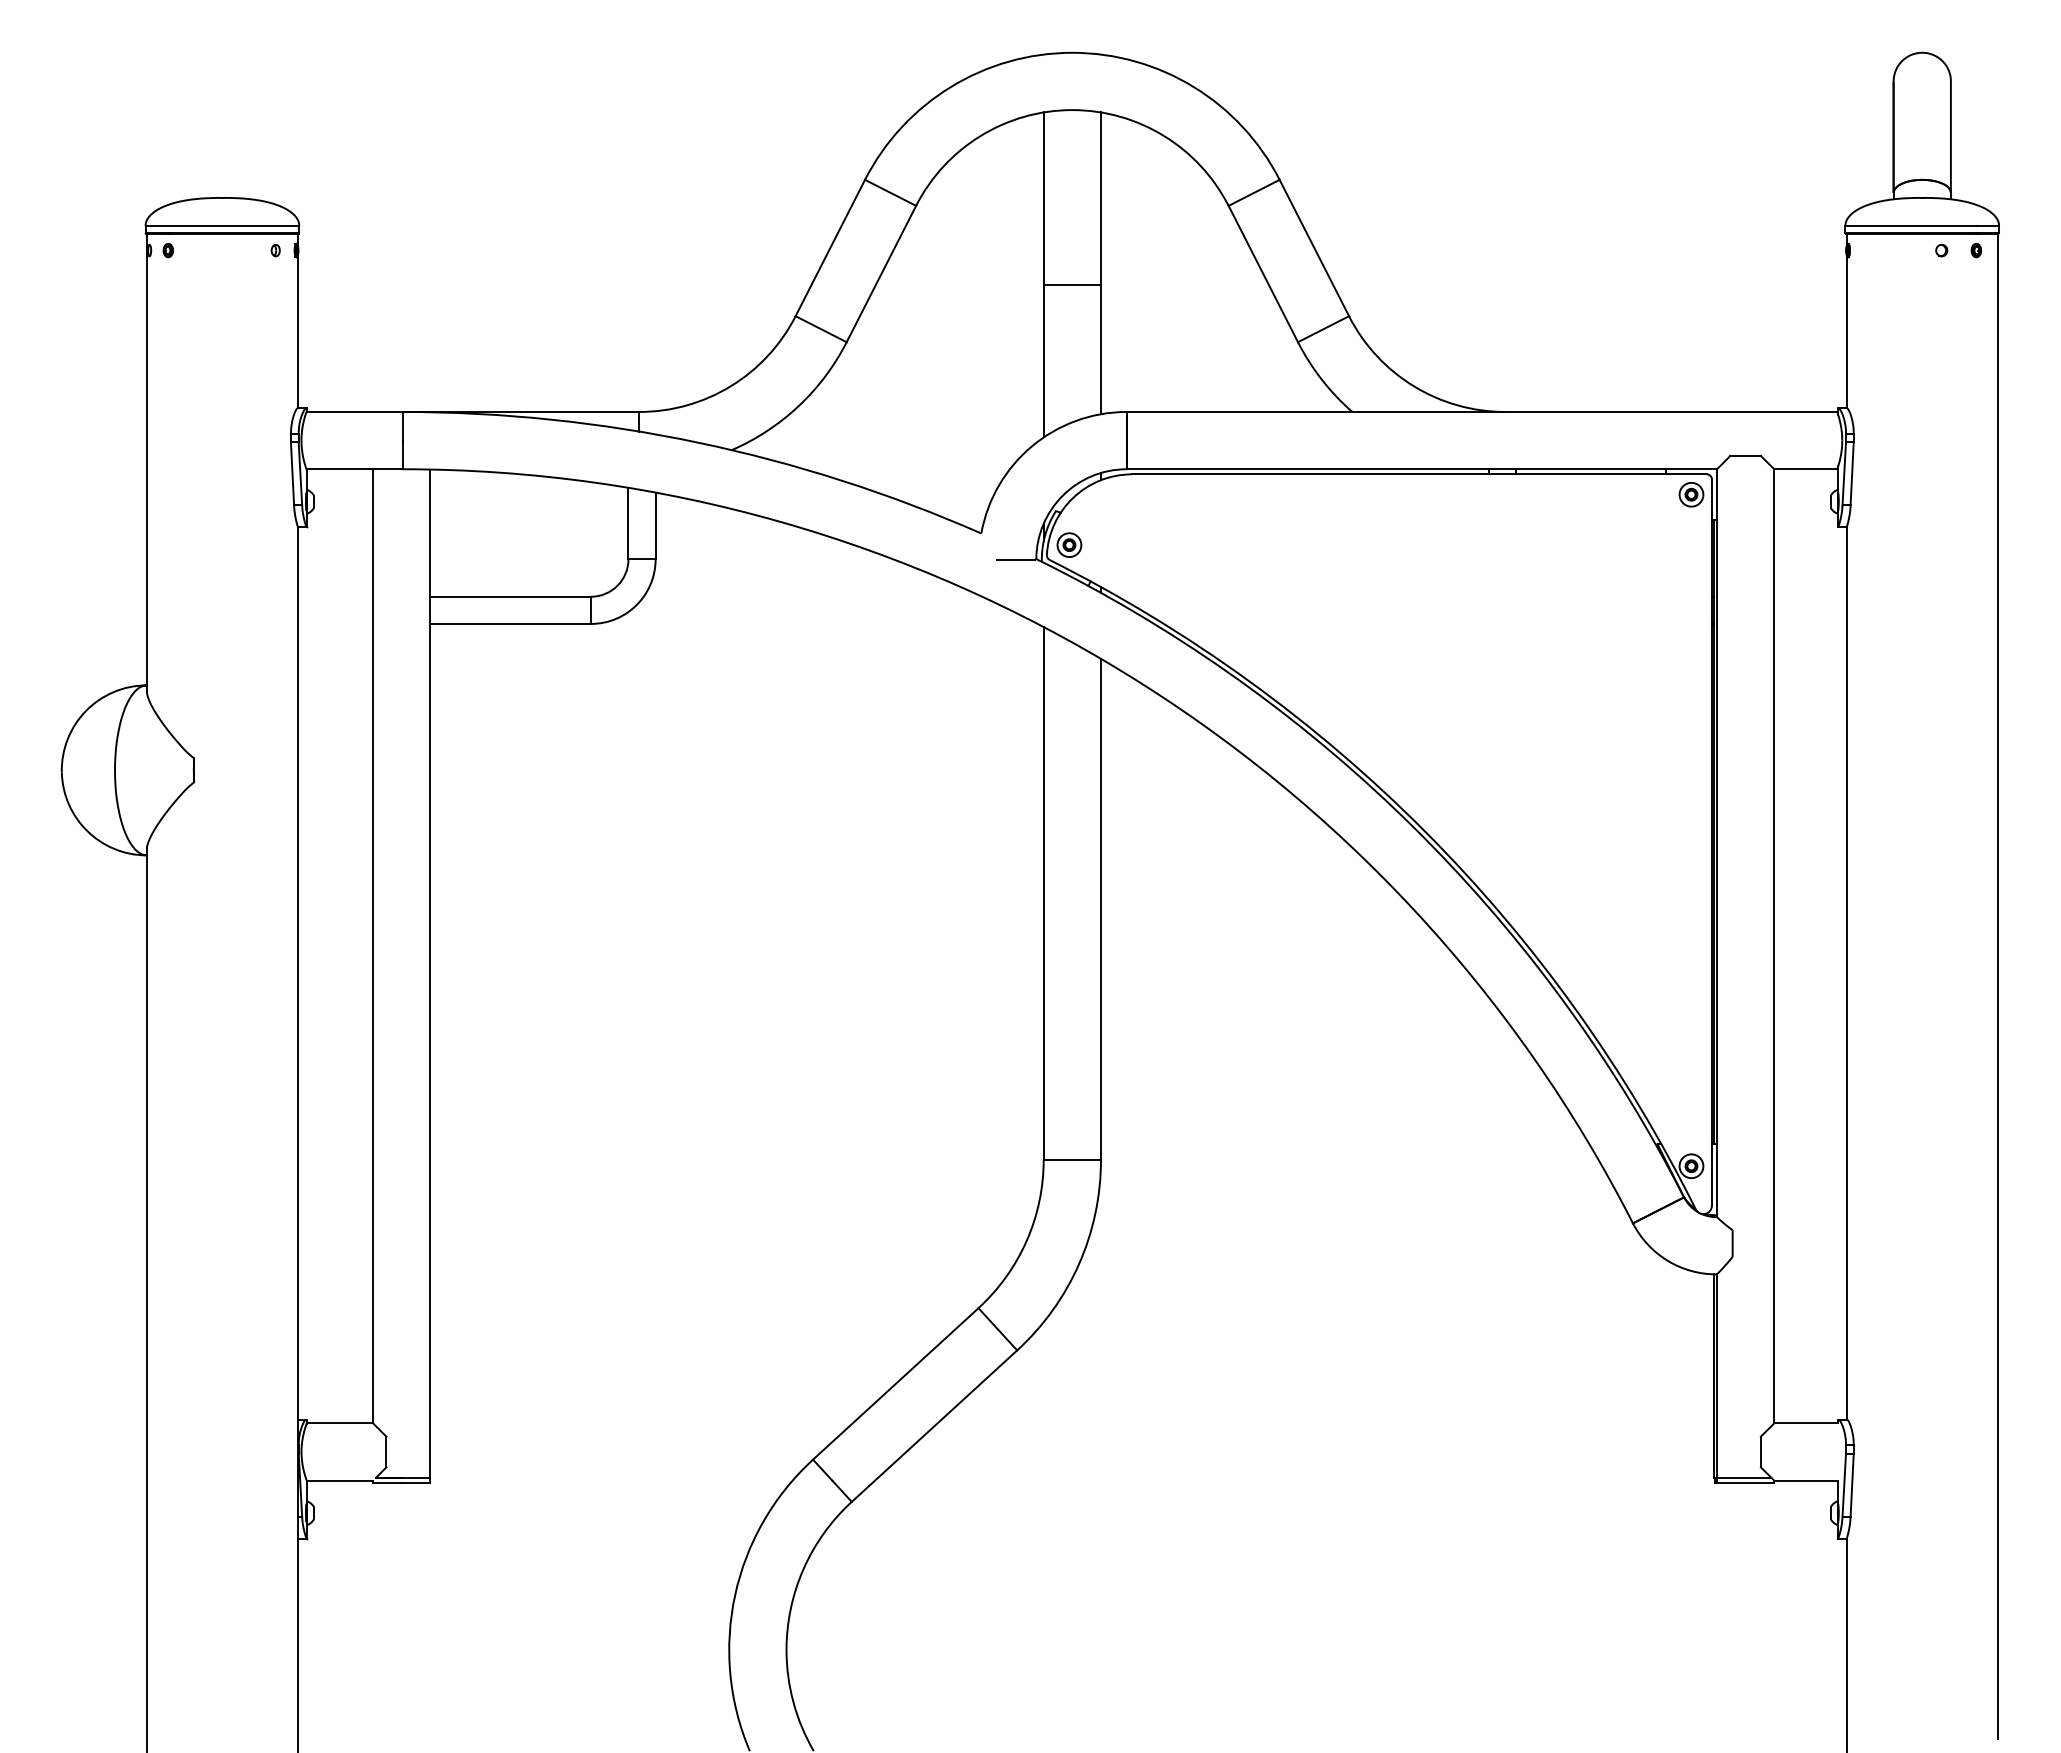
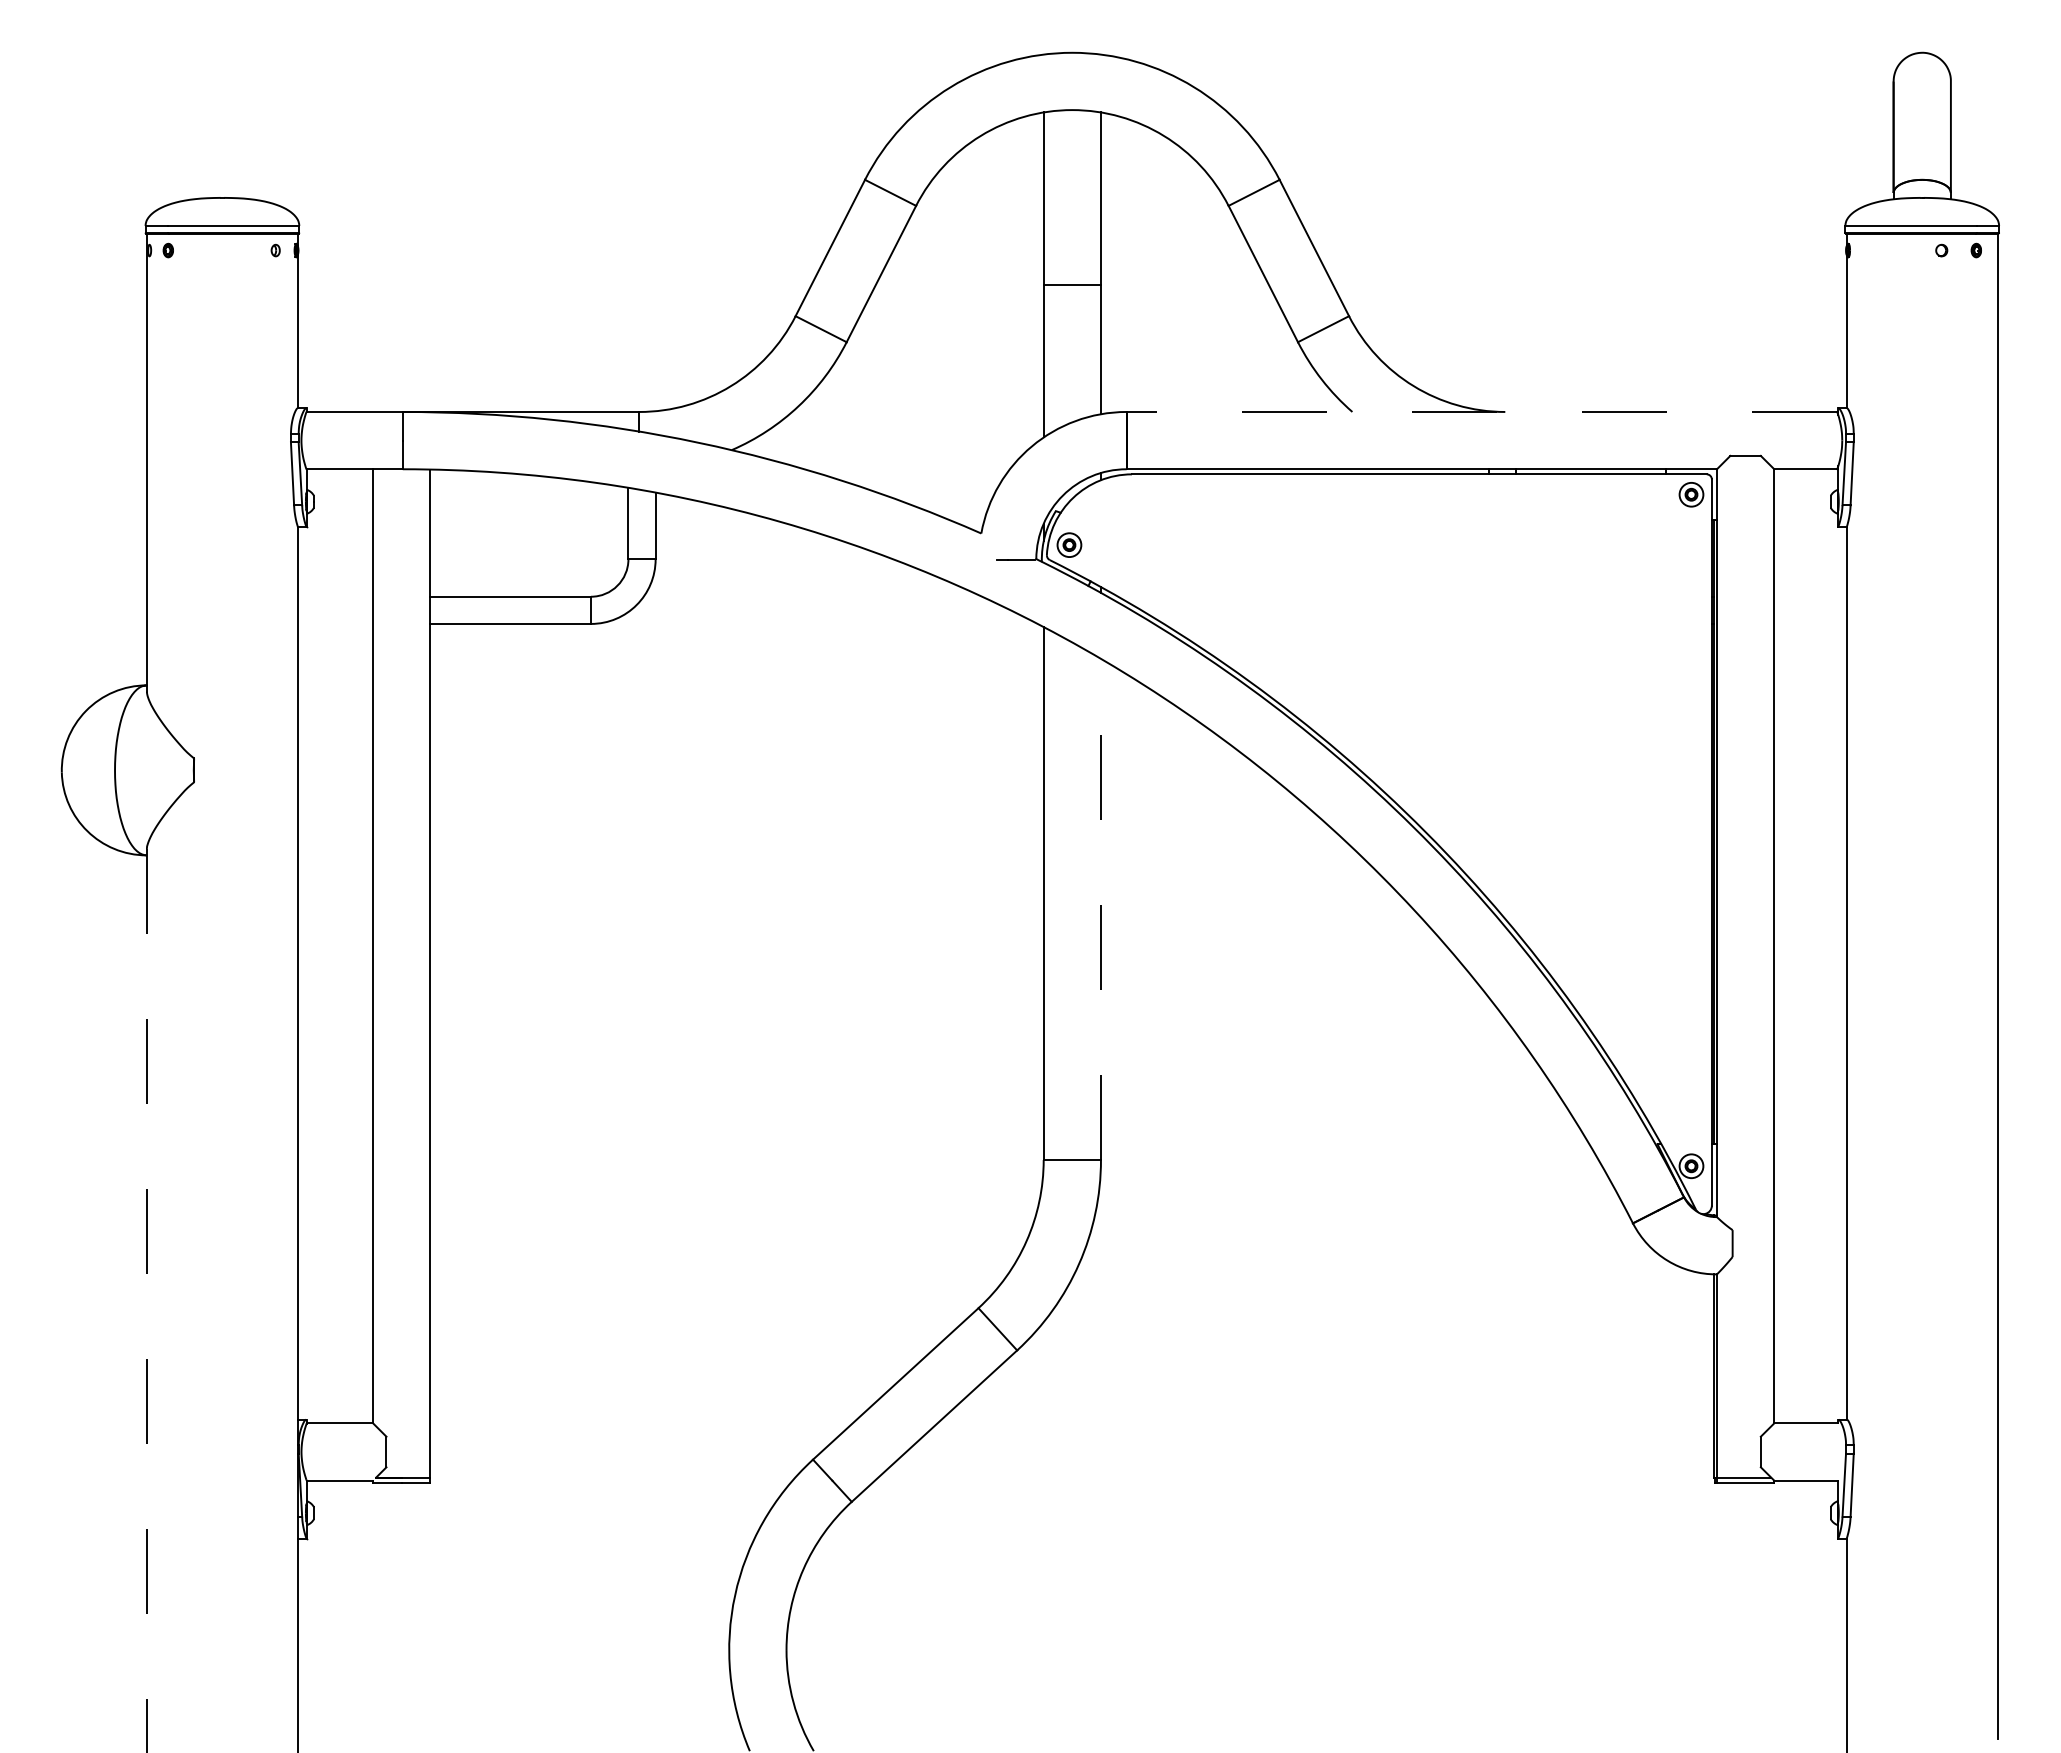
line at (1481, 411): solid -> dashed
line at (1100, 909): solid -> dashed
line at (146, 1300): solid -> dashed
